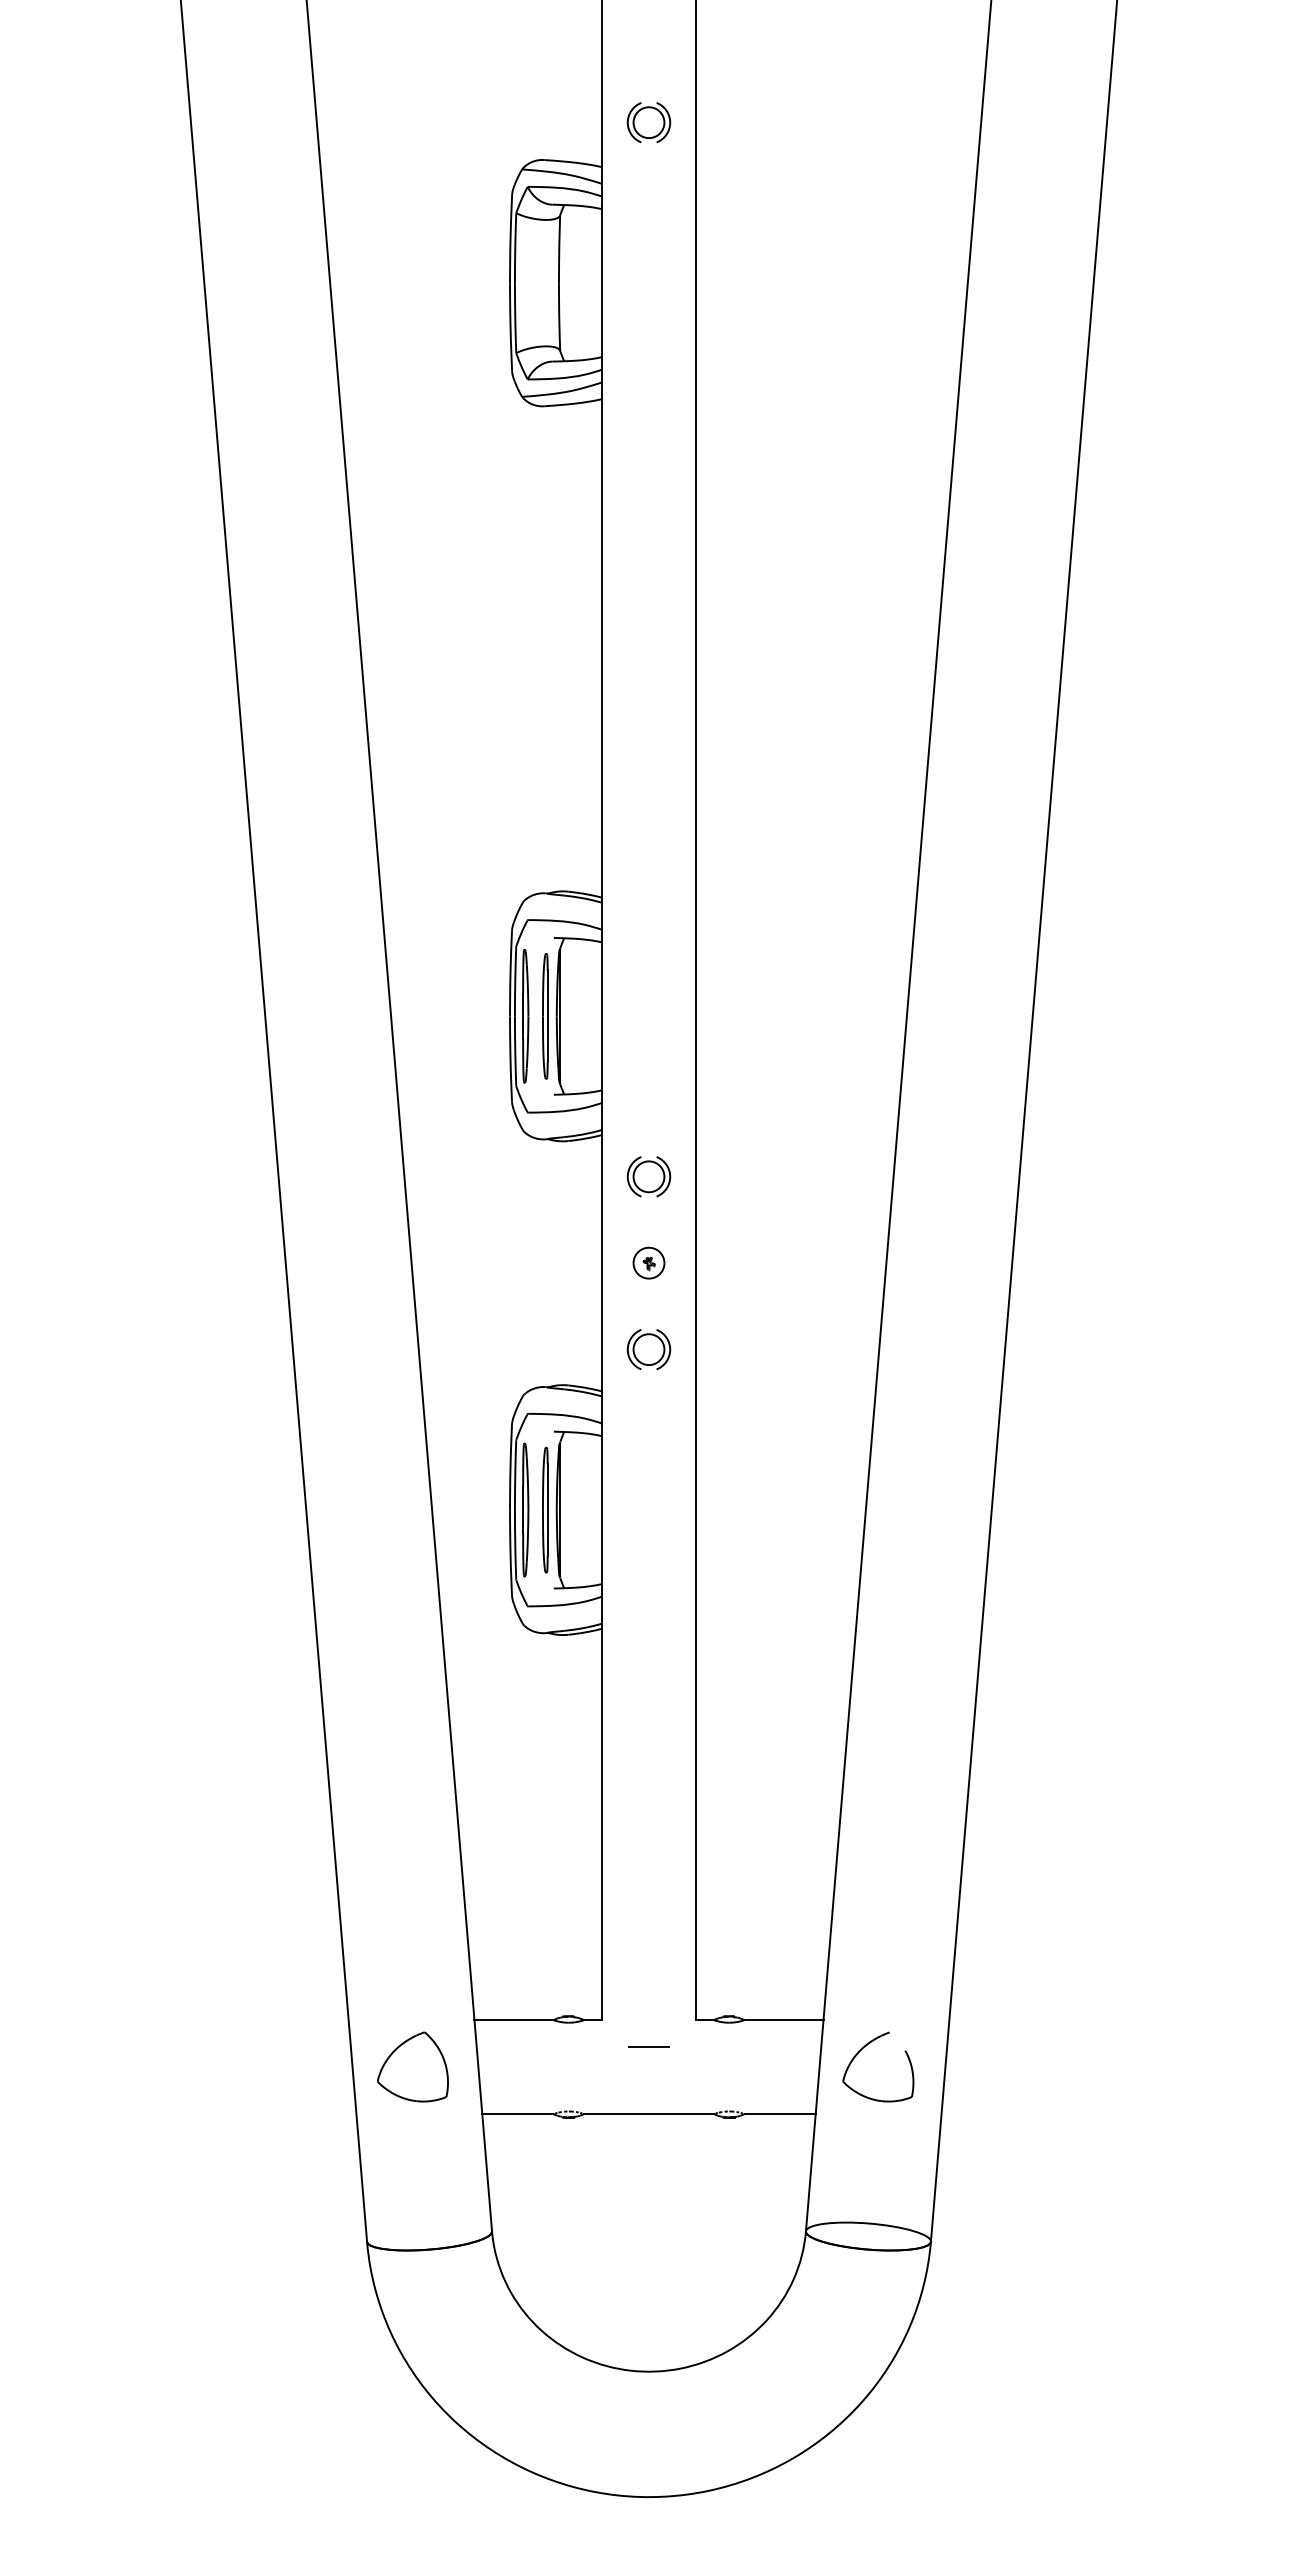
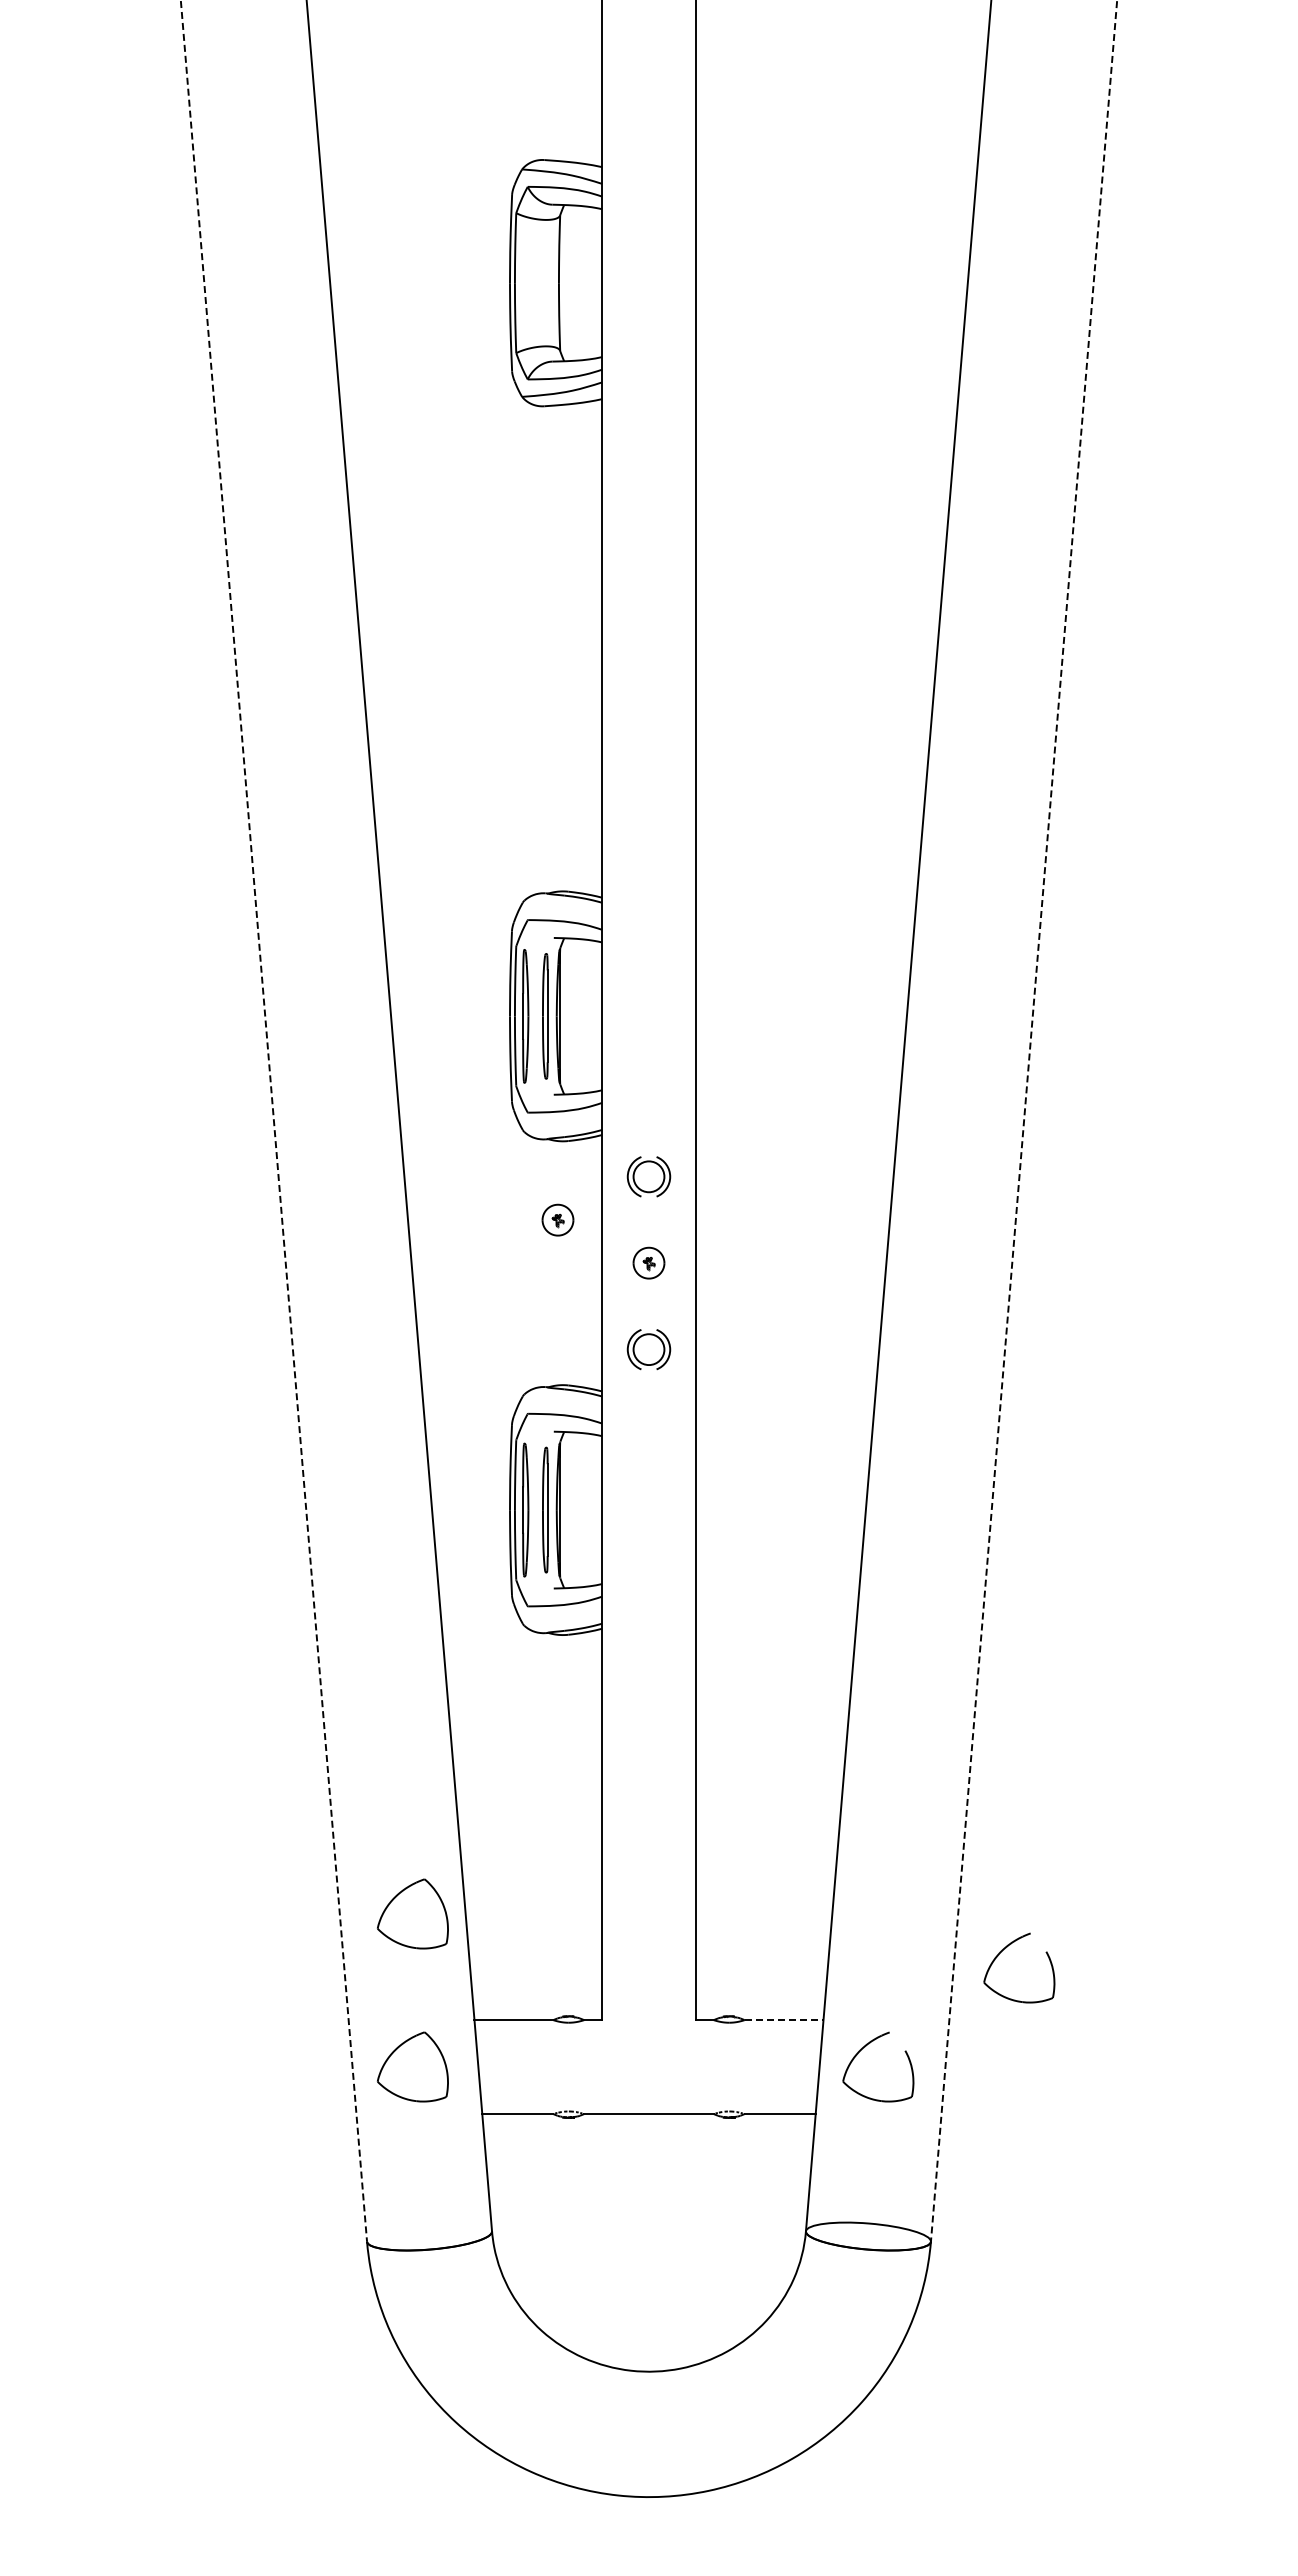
part at (648, 122): present -> none
line at (274, 1121): solid -> dashed
line at (1023, 1121): solid -> dashed
part at (557, 1219): none -> present
part at (412, 1913): none -> present
part at (1006, 1948): none -> present
line at (784, 2020): solid -> dashed
line at (648, 2047): present -> none
